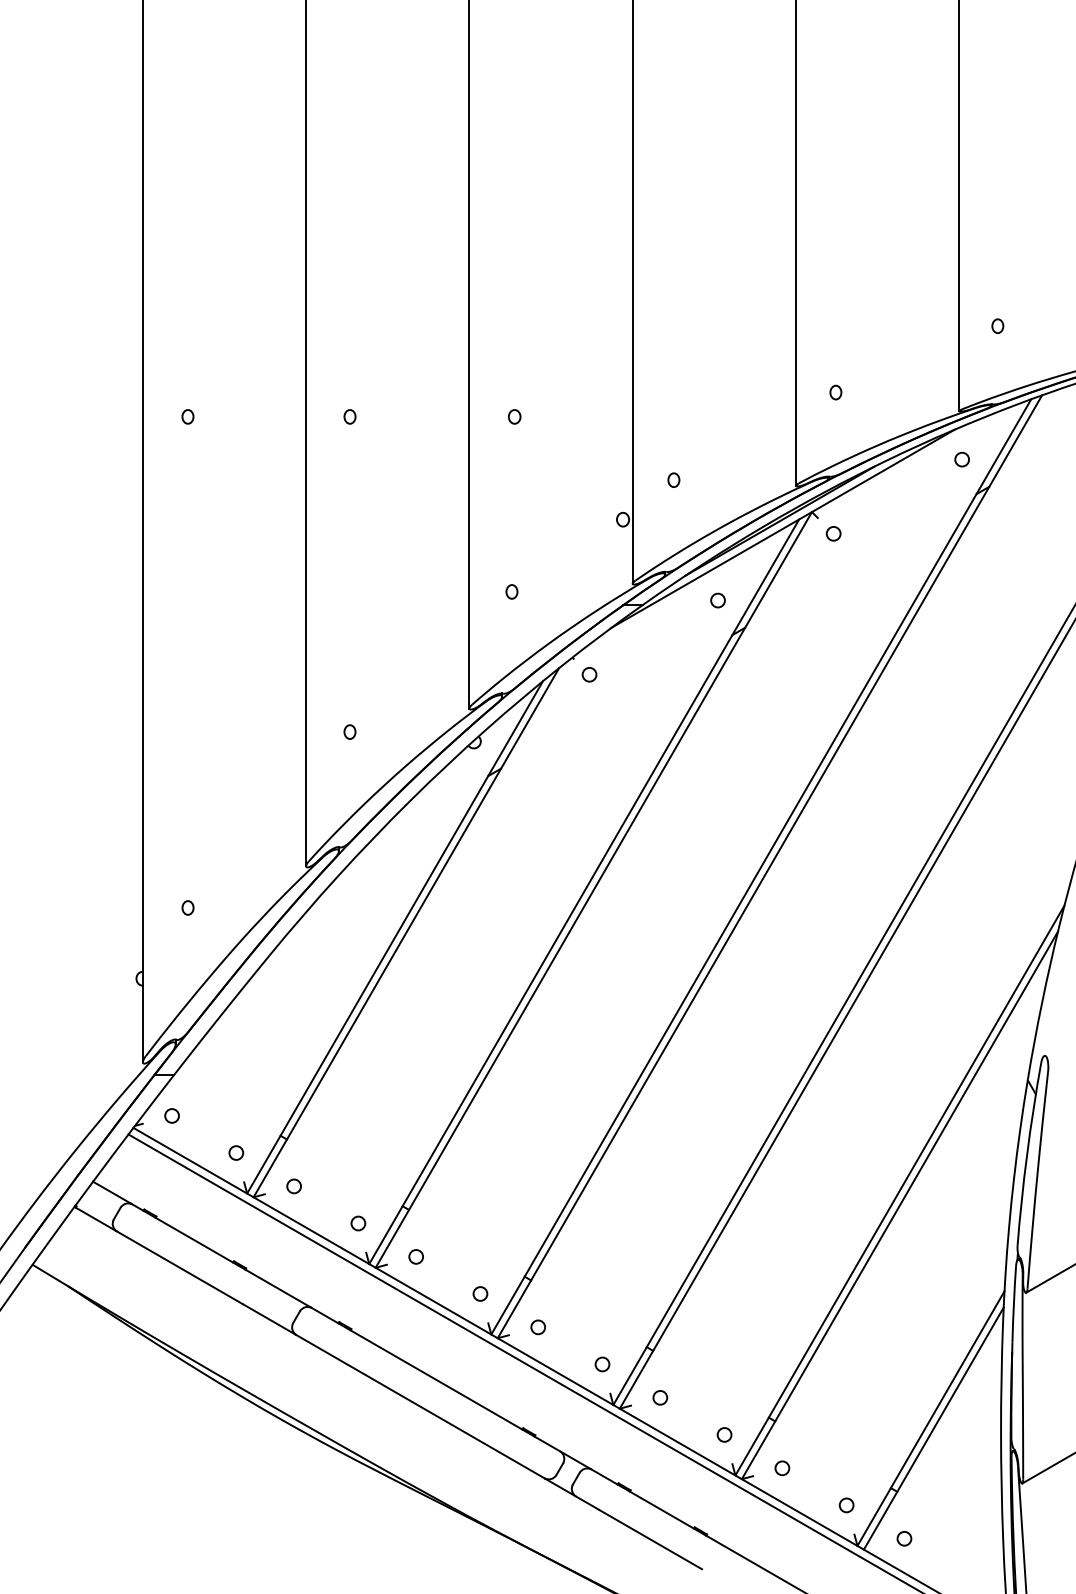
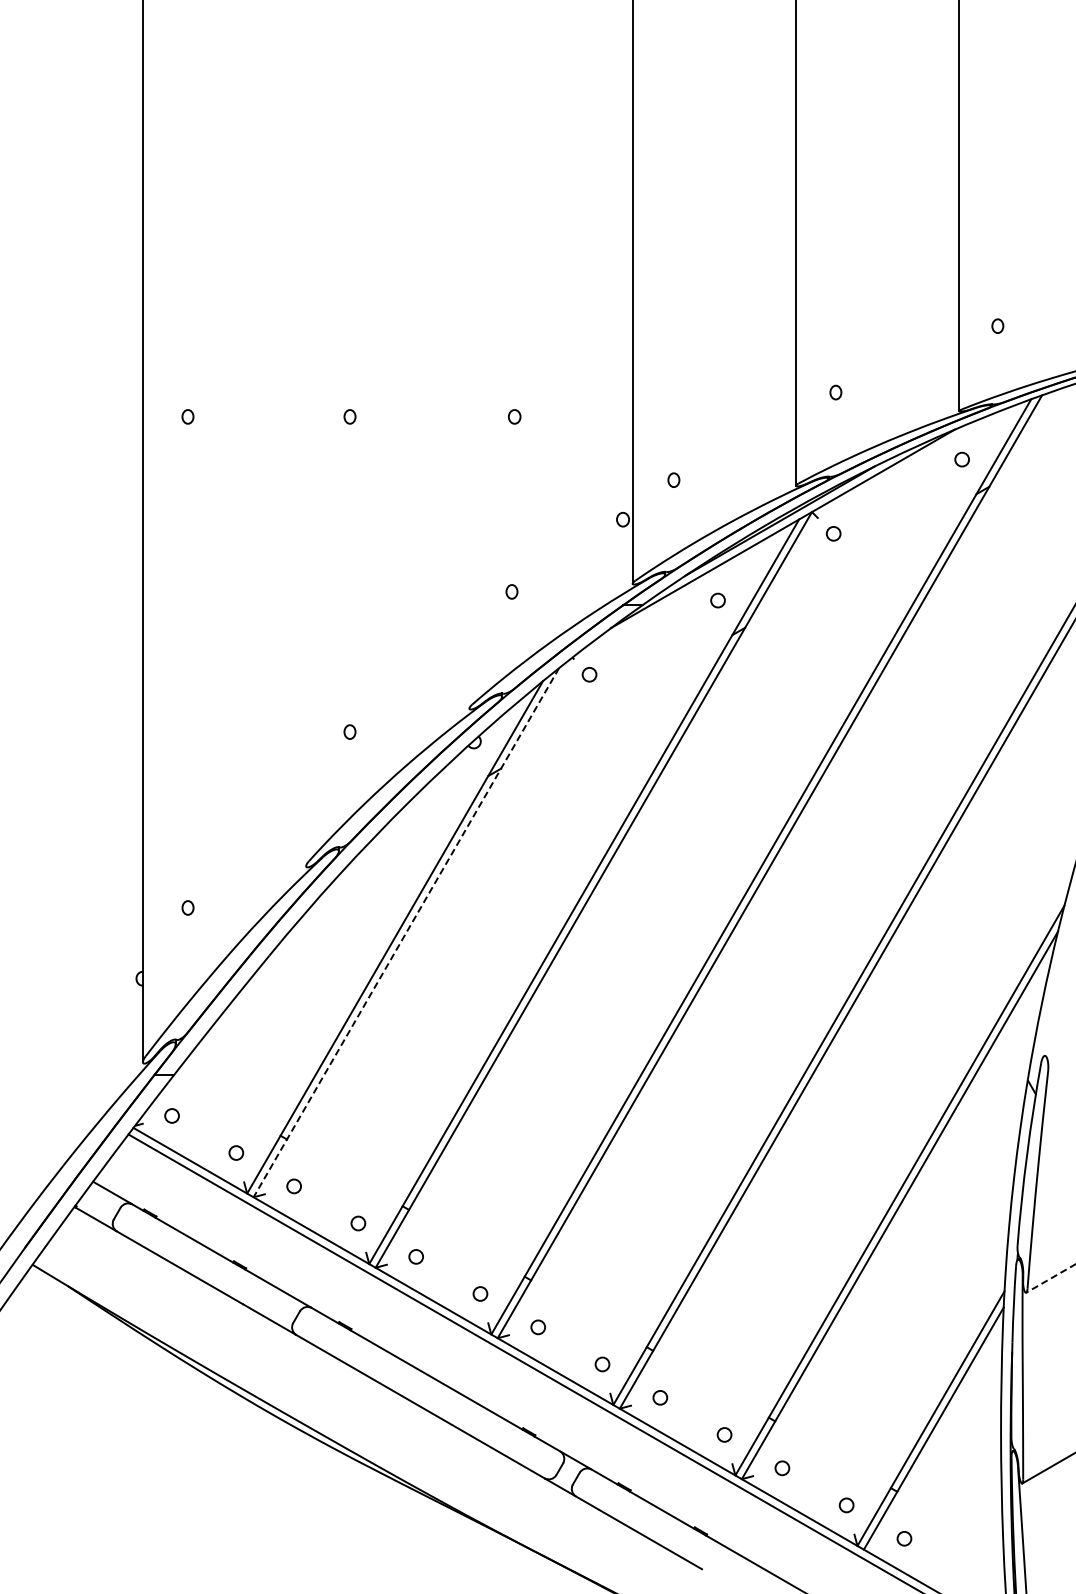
line at (469, 355): present -> none
line at (306, 434): present -> none
line at (406, 933): solid -> dashed
line at (1050, 1278): solid -> dashed
